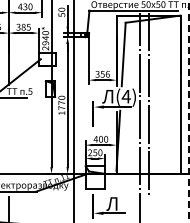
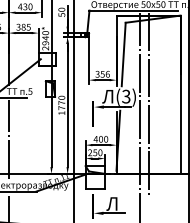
text at (125, 96): (4) -> (3)
line at (189, 111): dashed -> solid
line at (8, 139): none -> present
